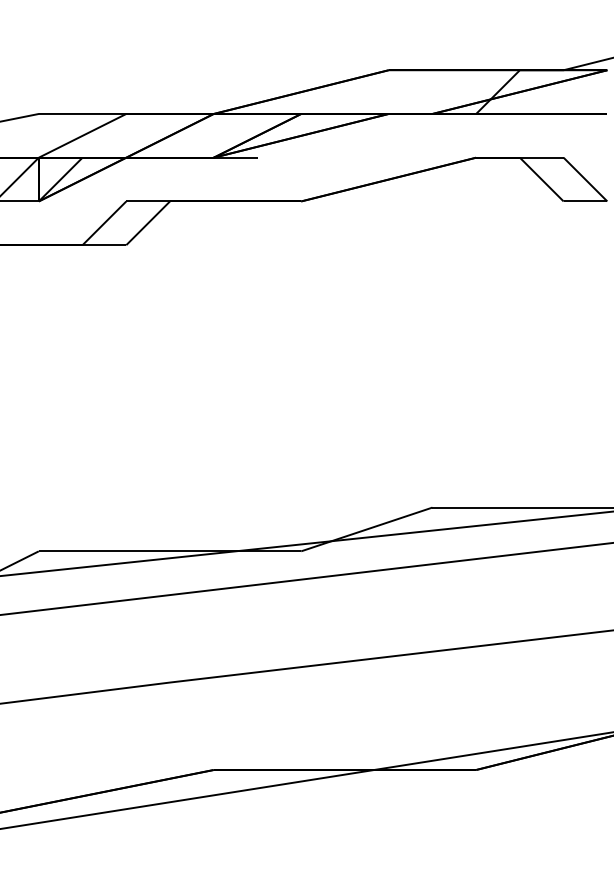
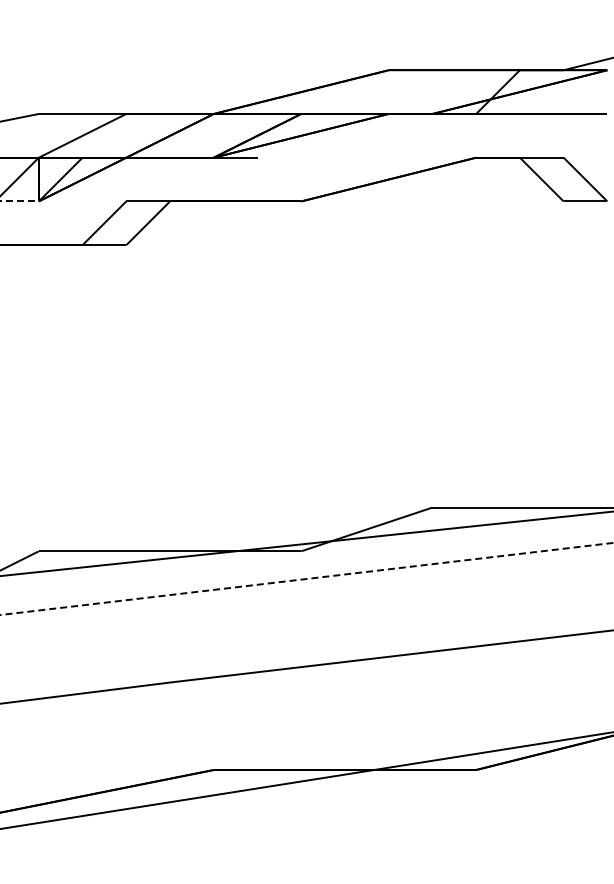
line at (19, 201): solid -> dashed
line at (307, 578): solid -> dashed
